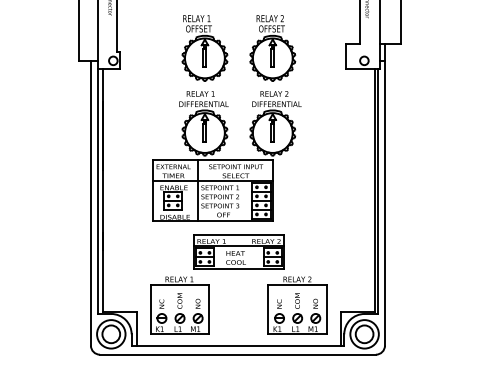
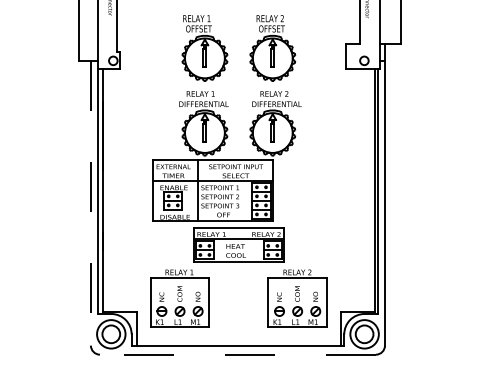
line at (90, 203): solid -> dashed
part at (238, 269) position: (238, 269) -> (238, 262)
line at (237, 354): solid -> dashed
